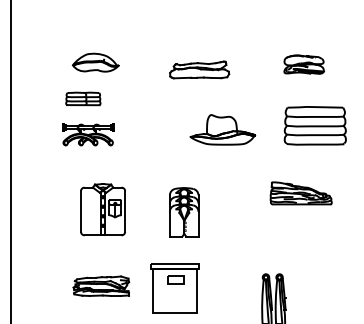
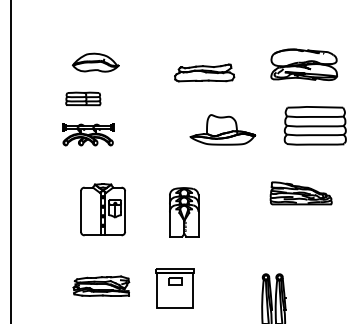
part at (303, 64) size: 42x21 px -> 68x33 px
part at (199, 69) position: (199, 69) -> (204, 72)
part at (174, 288) size: 50x51 px -> 40x41 px
